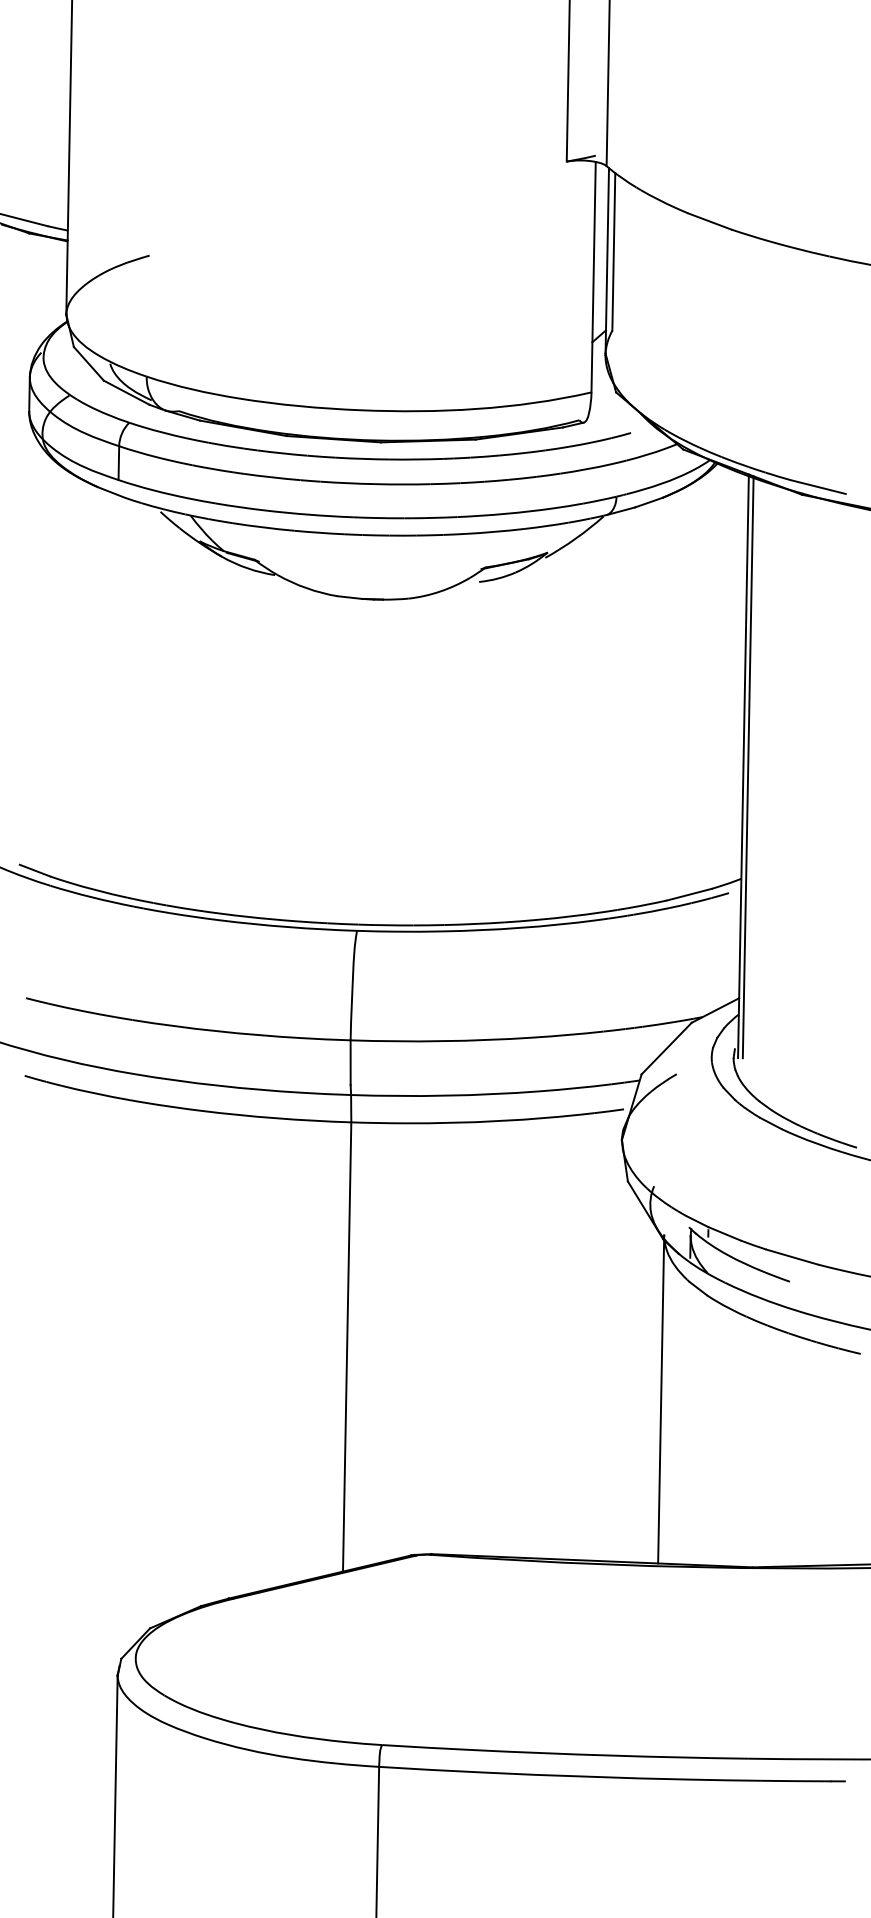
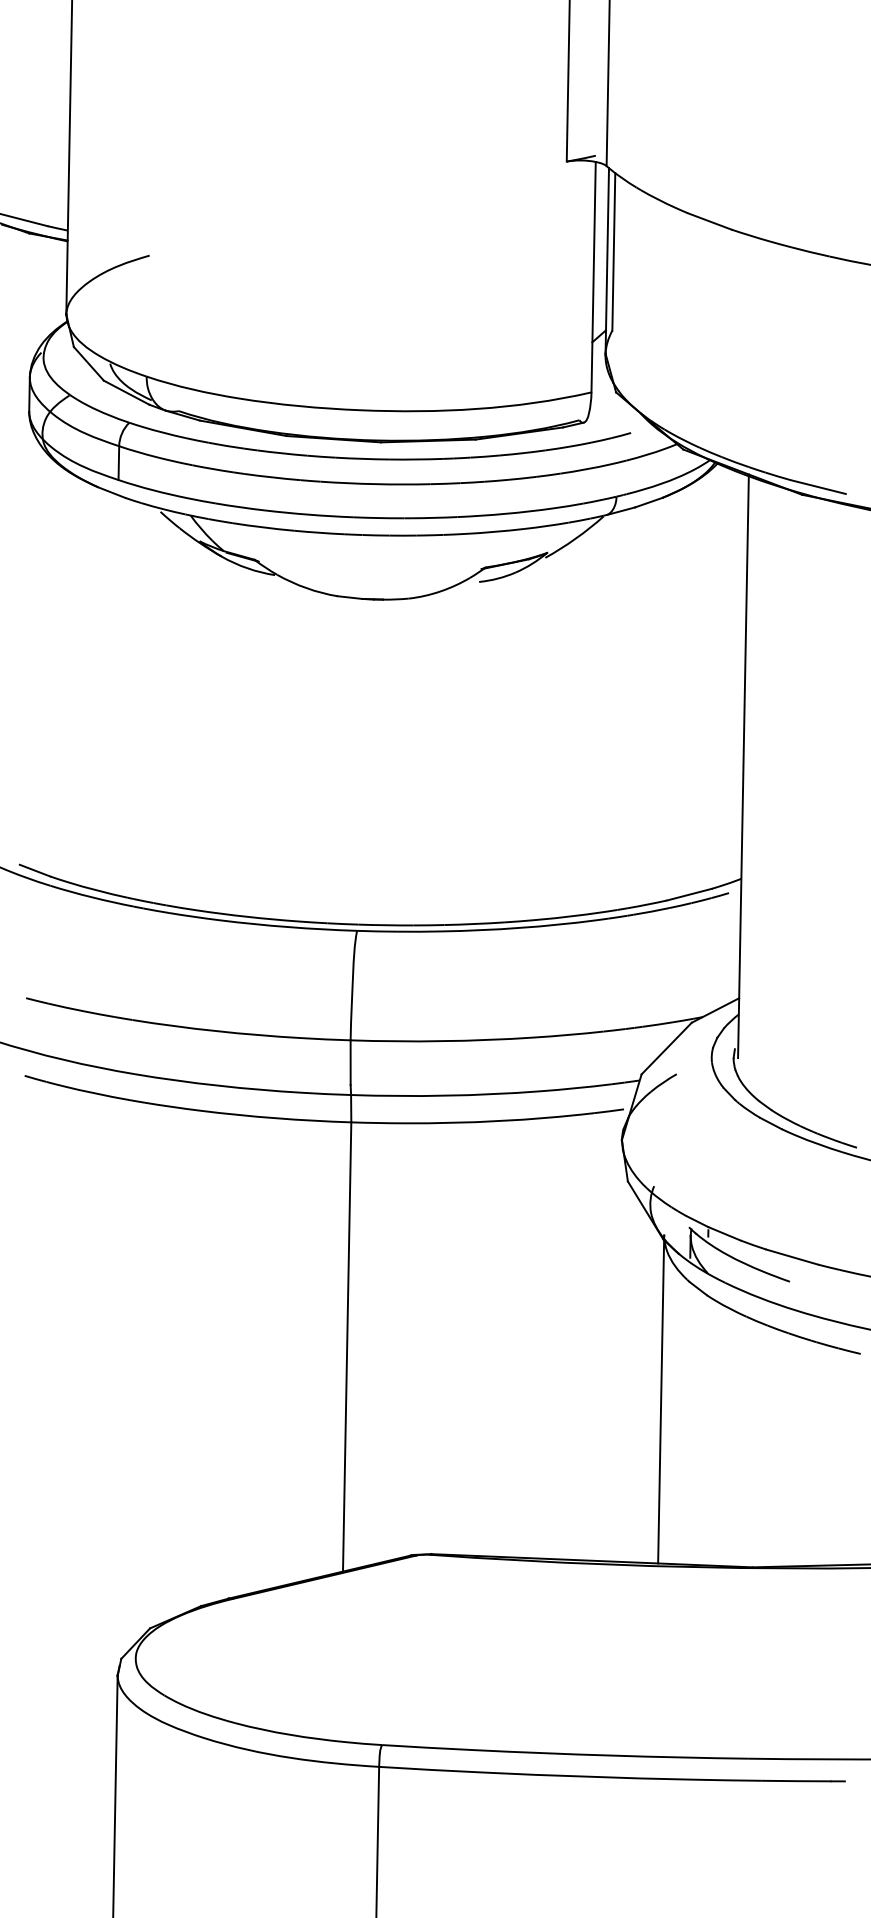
line at (747, 767): present -> none
